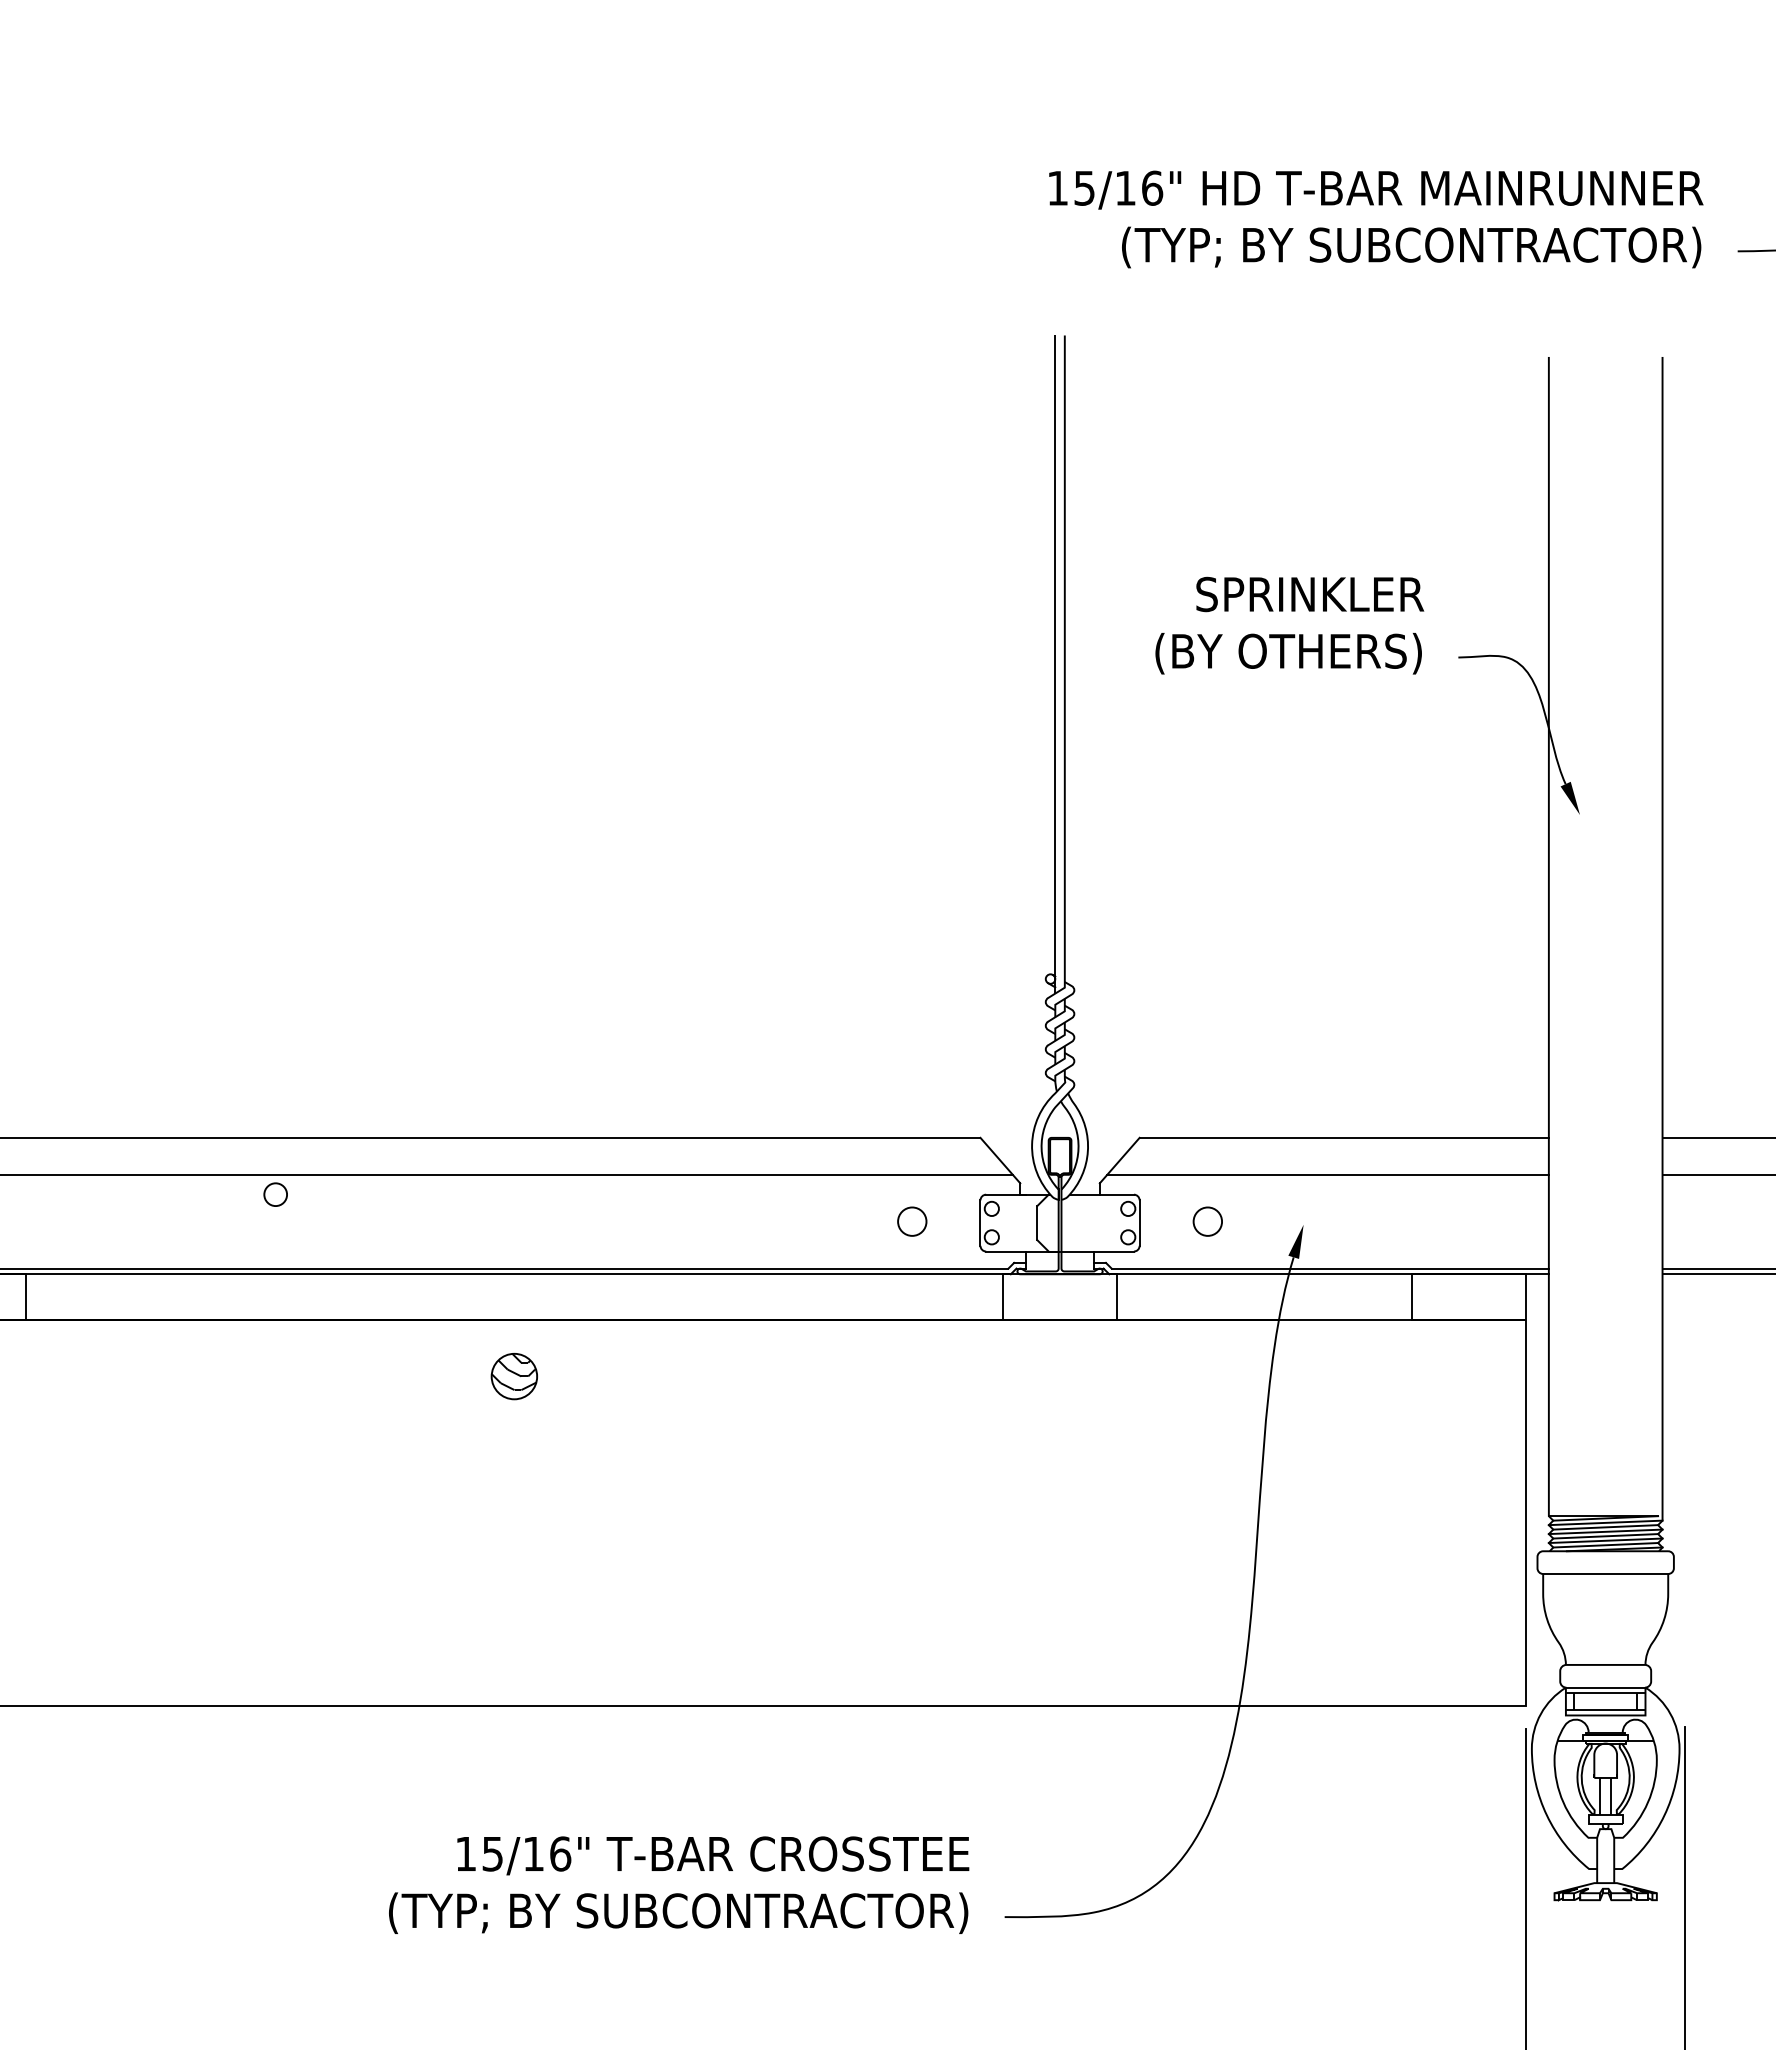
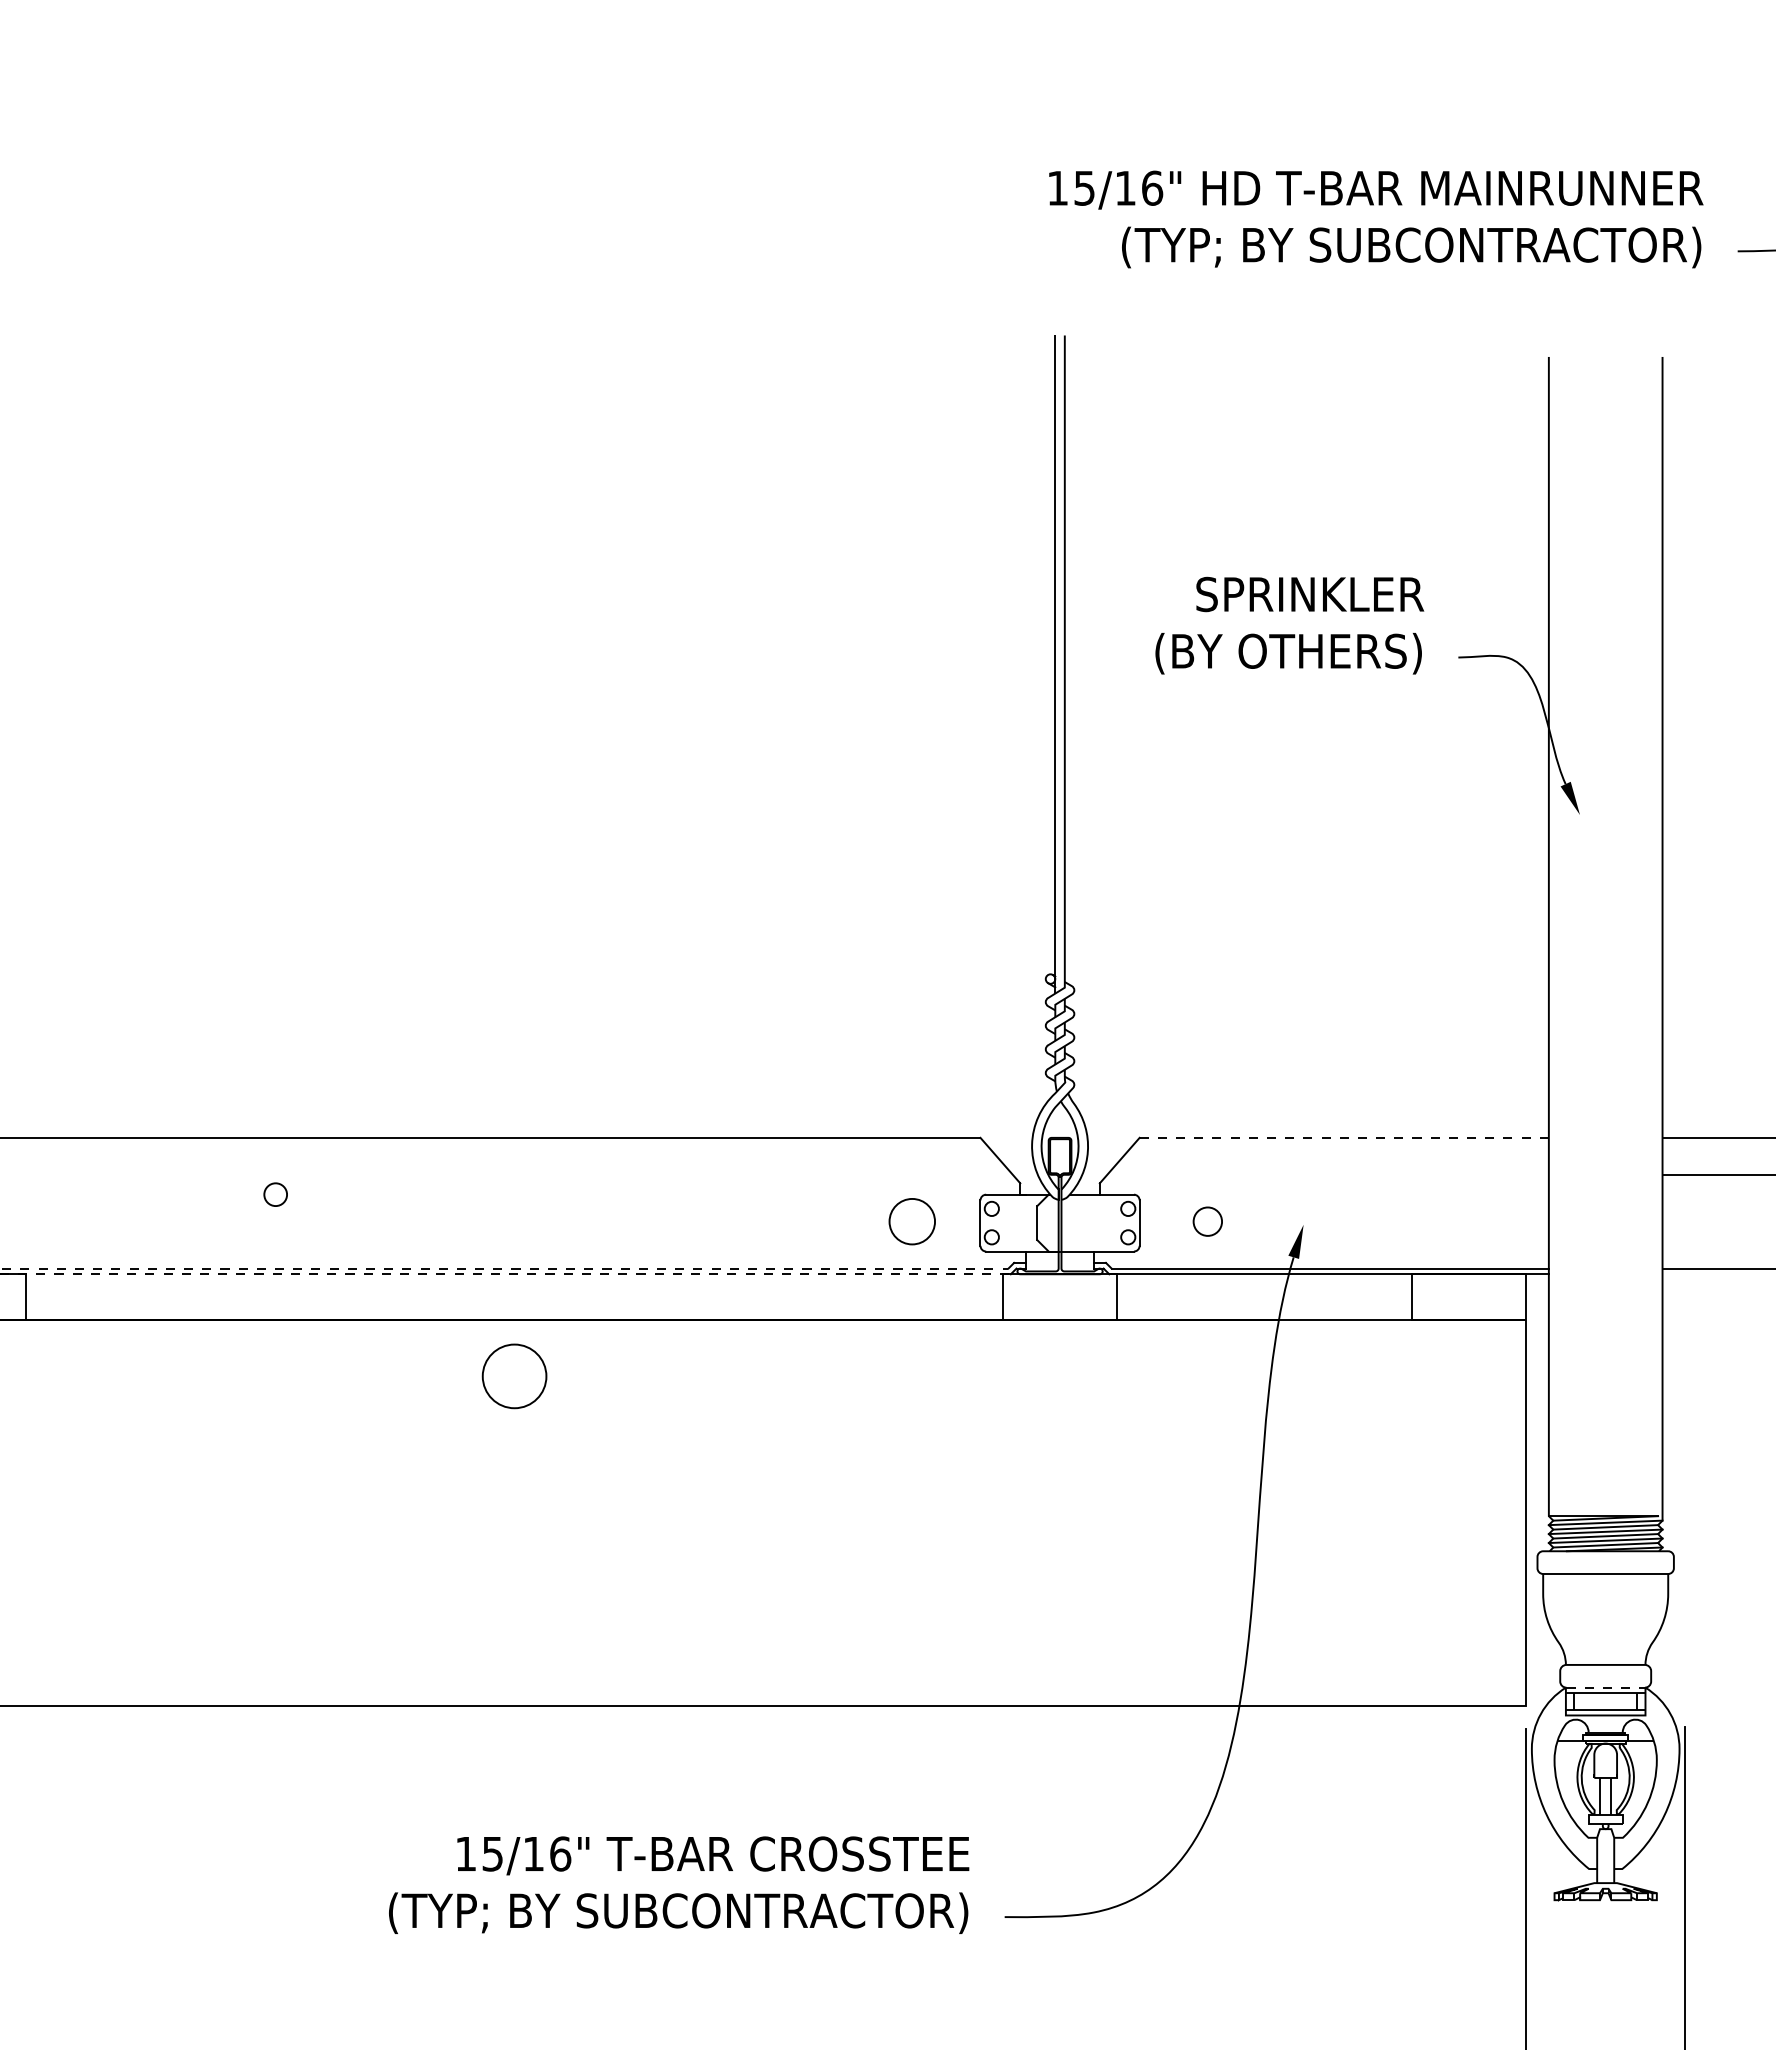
line at (1344, 1137): solid -> dashed
line at (507, 1174): present -> none
line at (1327, 1174): present -> none
circle at (912, 1221) diameter: 28 px -> 45 px
line at (504, 1268): solid -> dashed
line at (506, 1274): solid -> dashed
line at (1717, 1274): present -> none
part at (513, 1376) size: 48x48 px -> 67x67 px
line at (1606, 1687): solid -> dashed
